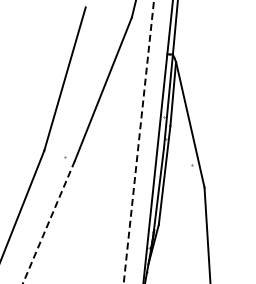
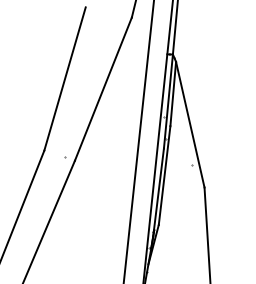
line at (138, 141): dashed -> solid
line at (48, 222): dashed -> solid
